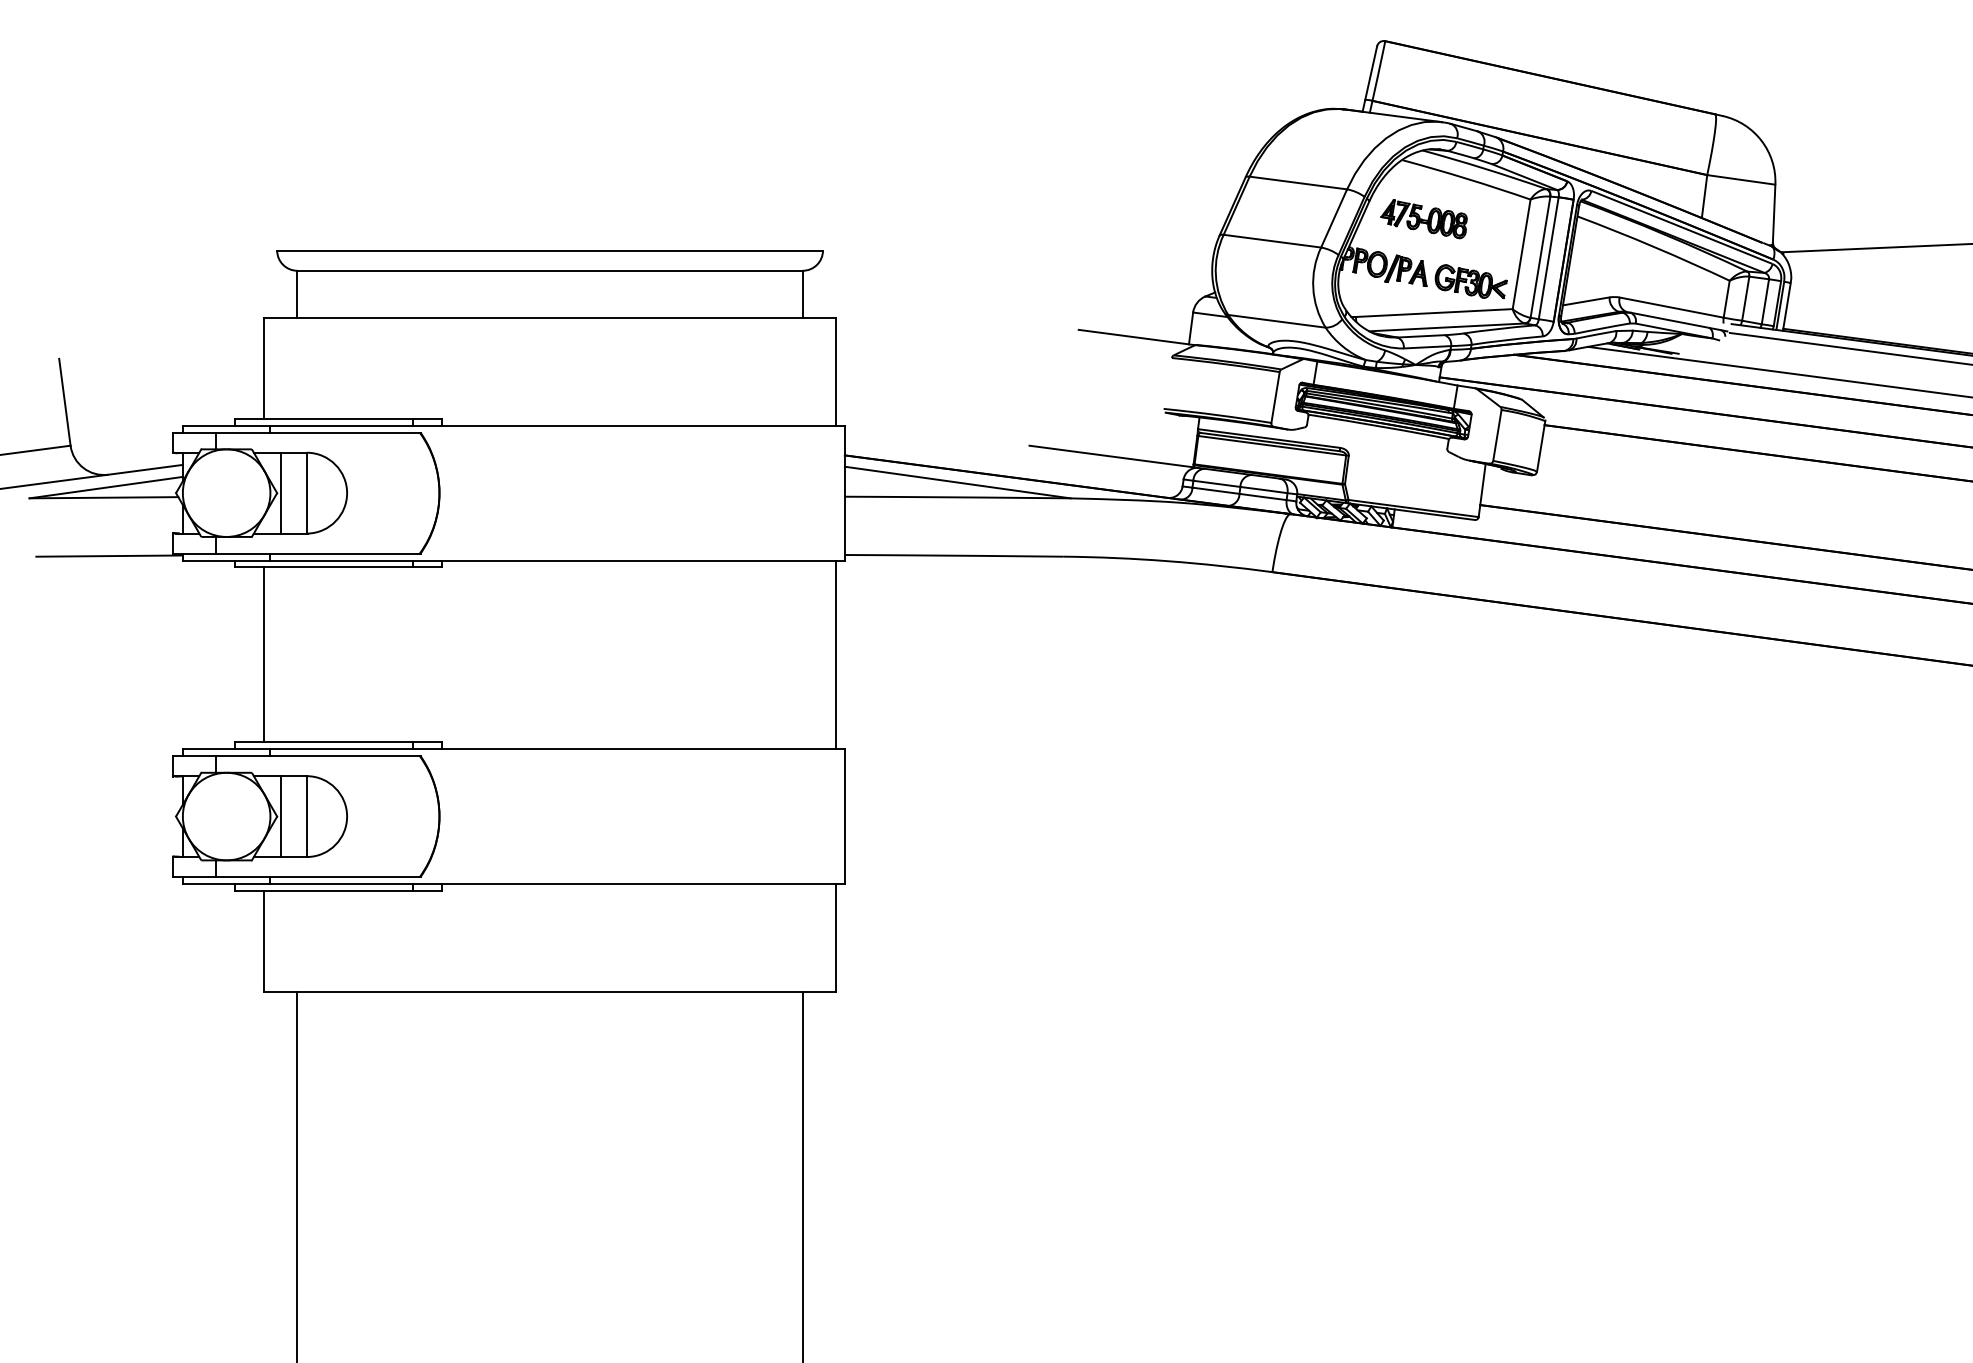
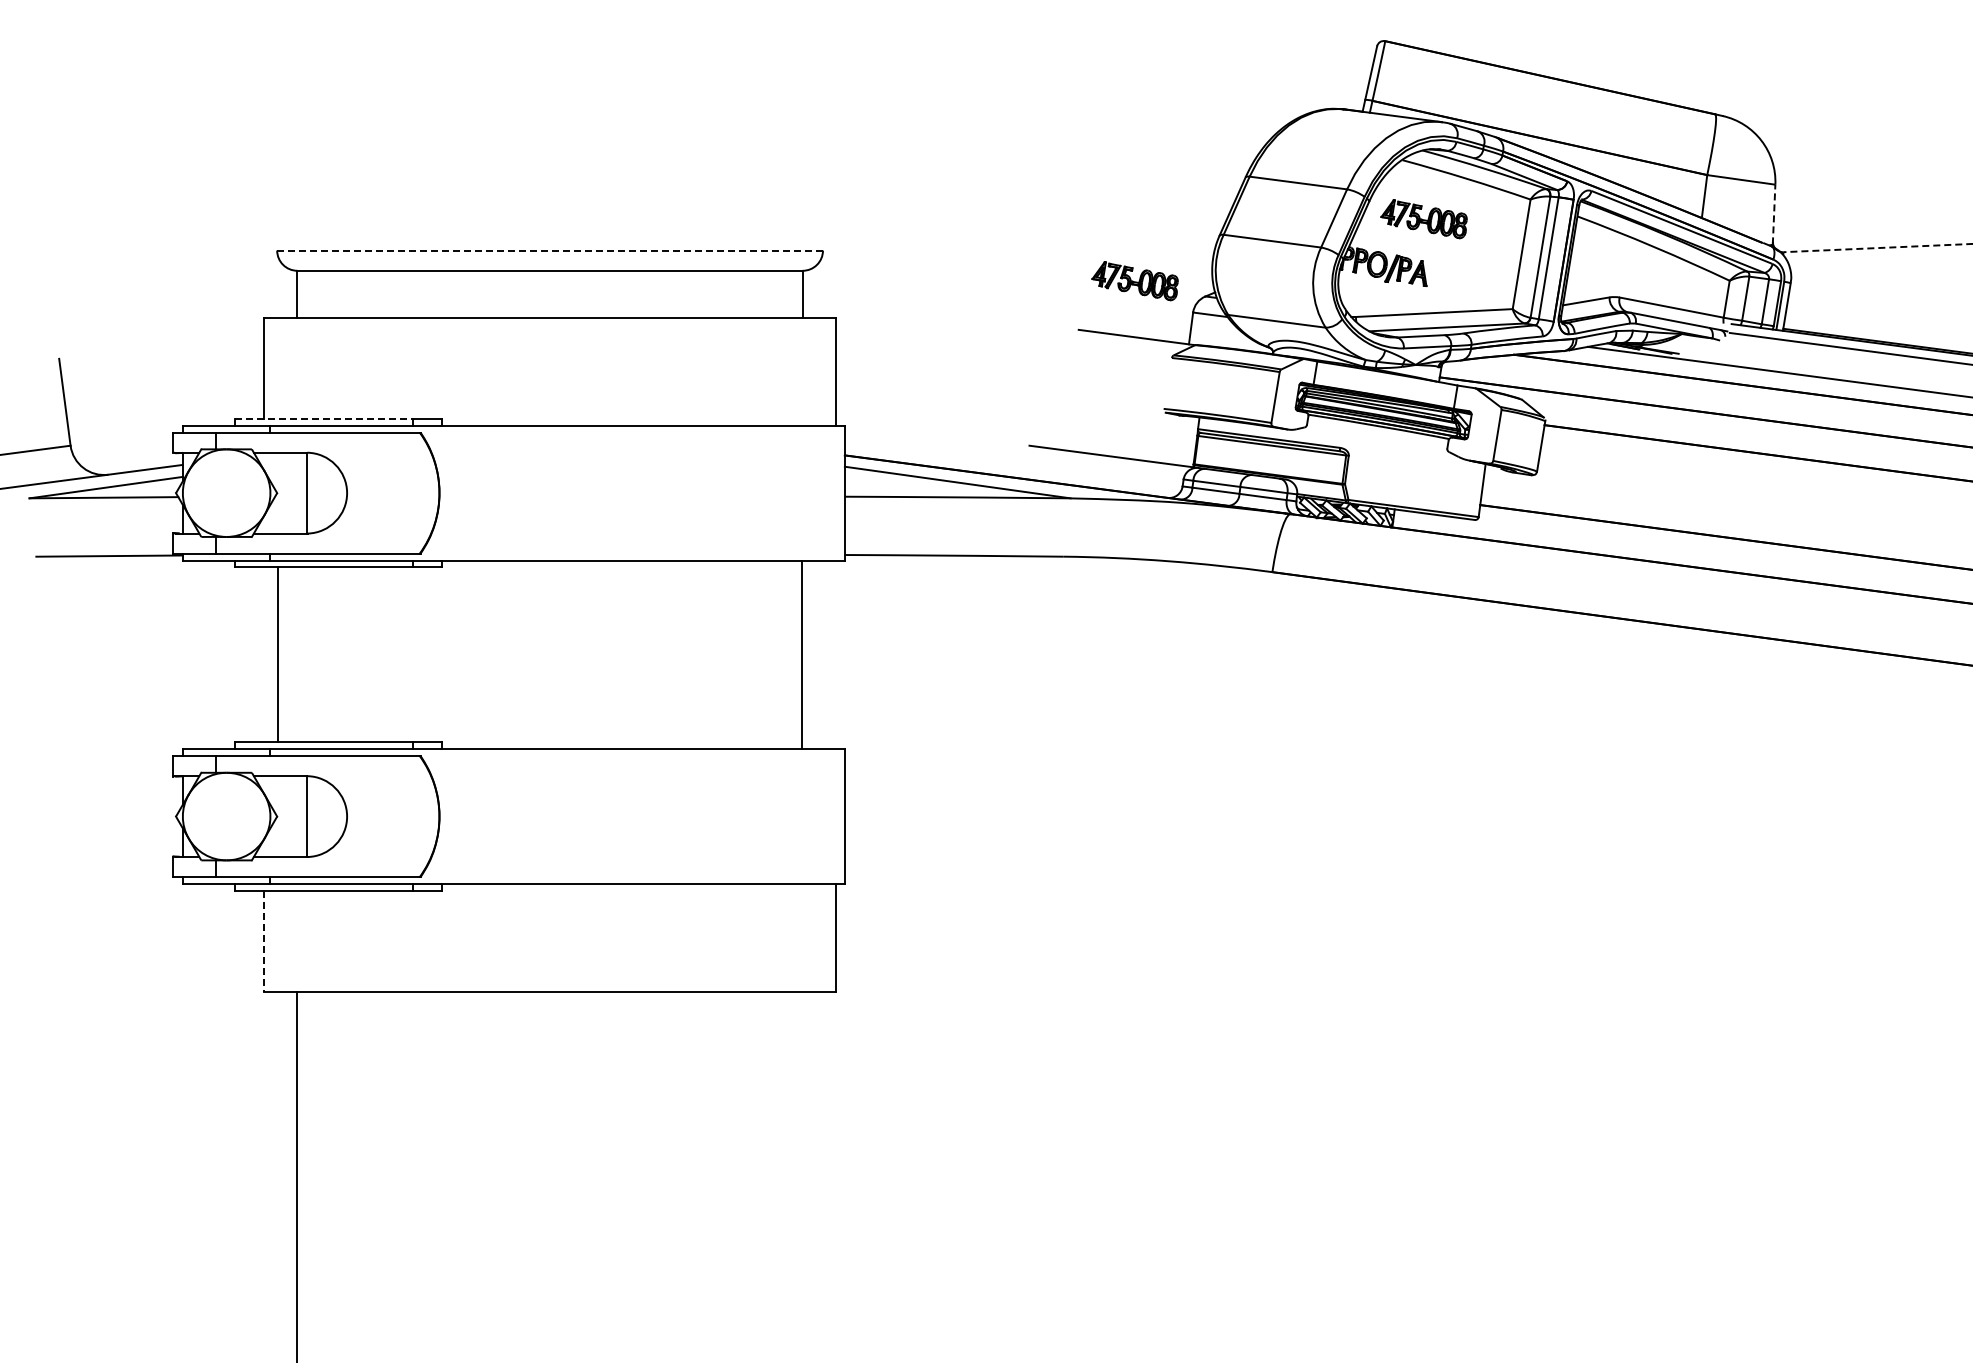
line at (1774, 214): solid -> dashed
line at (1878, 248): solid -> dashed
line at (550, 250): solid -> dashed
part at (1134, 281): none -> present
part at (1470, 281): present -> none
line at (324, 419): solid -> dashed
line at (280, 492): present -> none
line at (263, 654) position: (263, 654) -> (277, 654)
line at (836, 654) position: (836, 654) -> (802, 654)
line at (280, 816): present -> none
line at (263, 941): solid -> dashed
line at (802, 1175): present -> none
